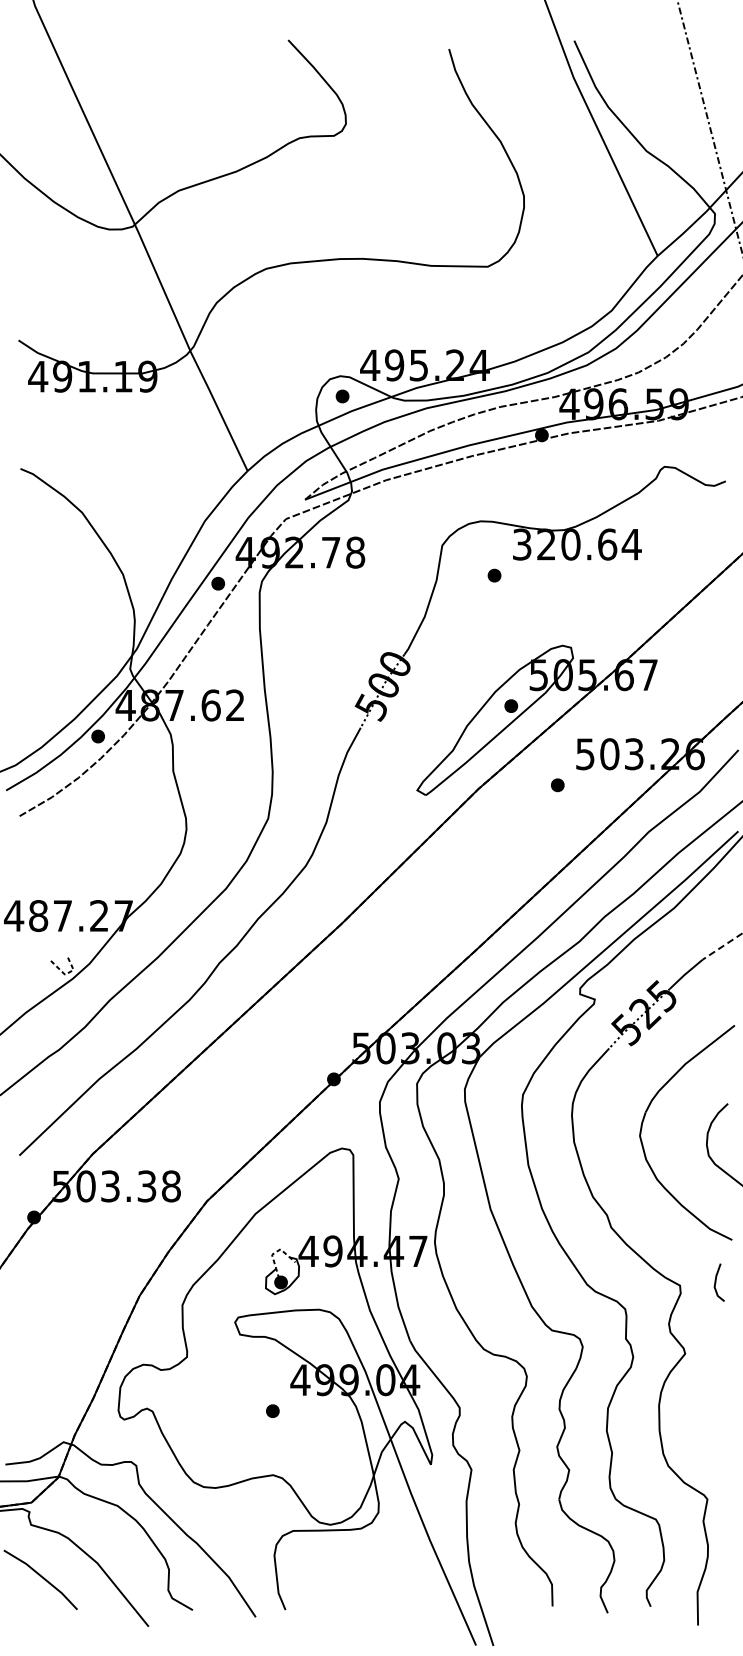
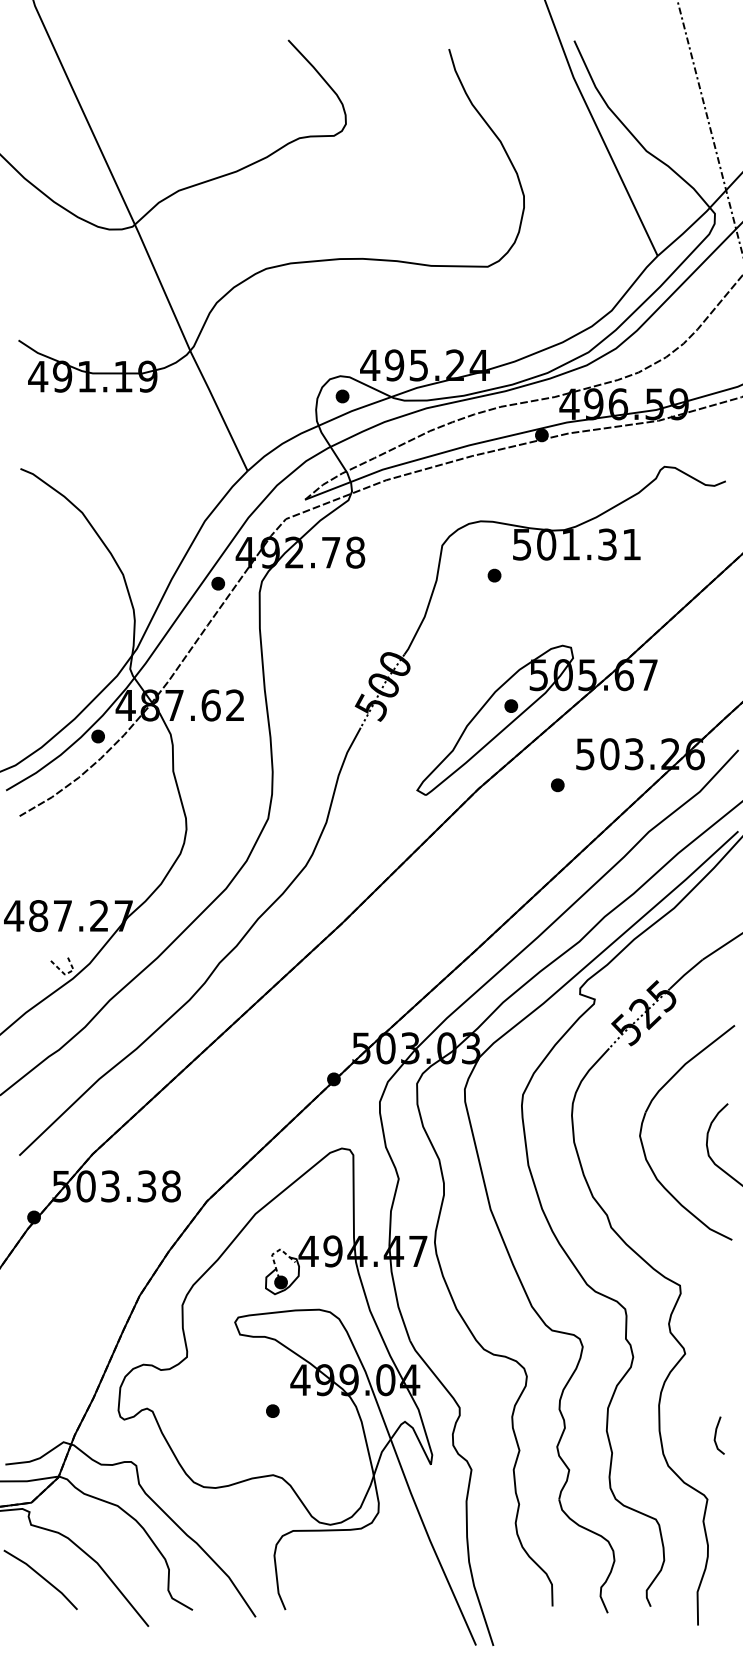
text at (577, 544): 320.64 -> 501.31
line at (722, 946): dashed -> solid
line at (716, 1282) position: (716, 1282) -> (716, 1435)
